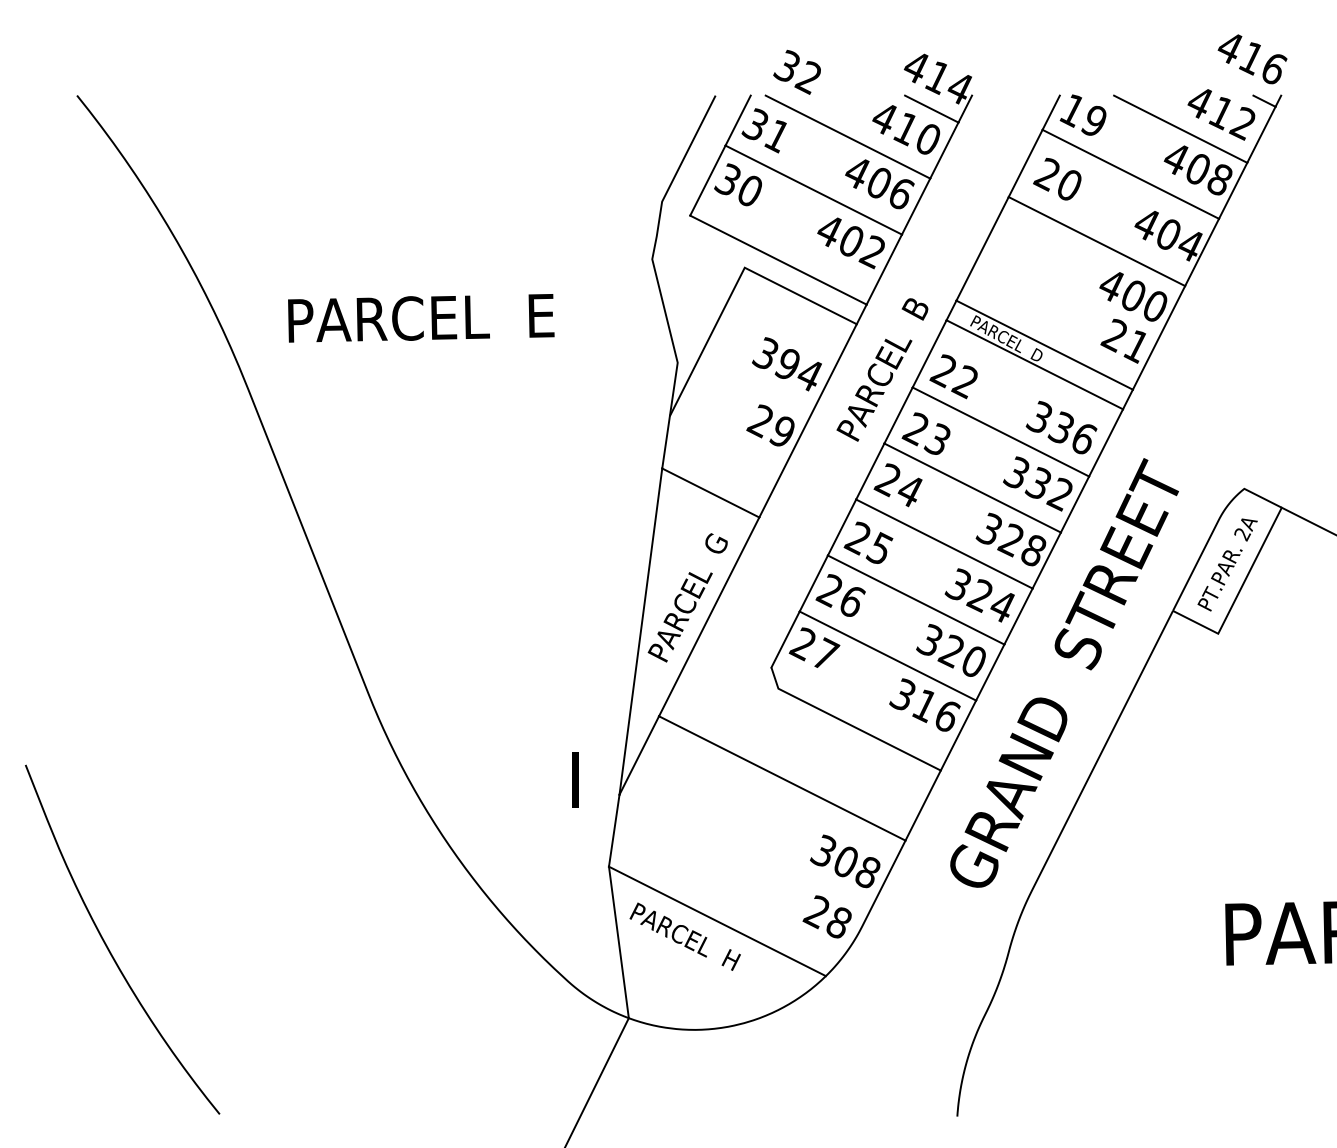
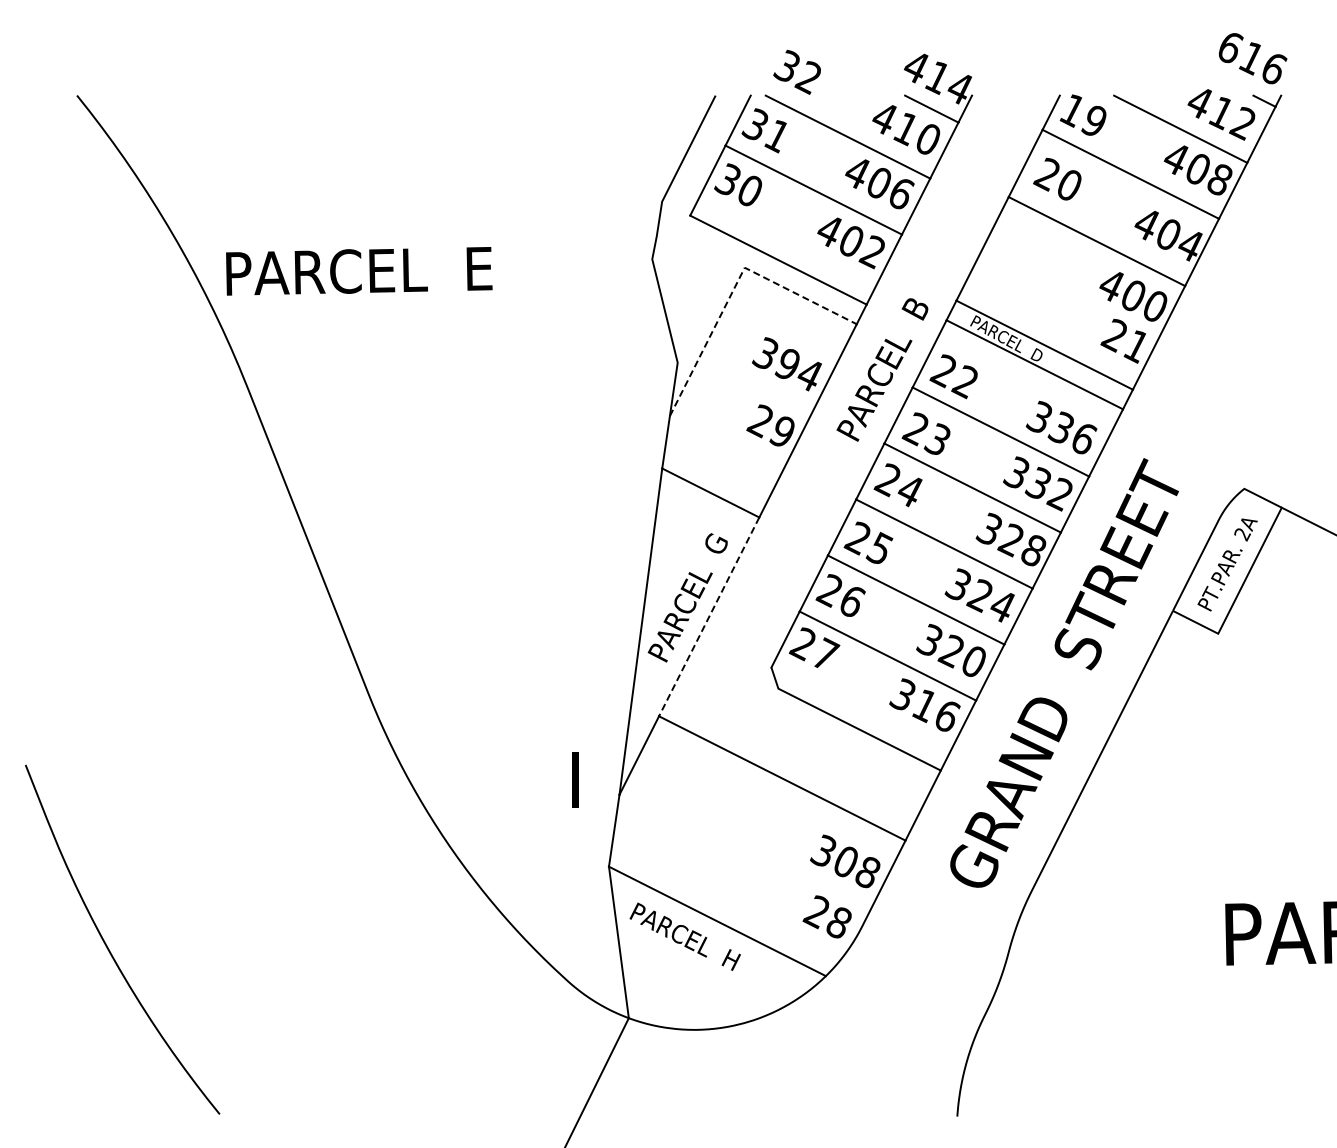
text at (1230, 48): 416 -> 616
line at (735, 285): solid -> dashed
text at (421, 318) position: (421, 318) -> (359, 271)
line at (708, 617): solid -> dashed
